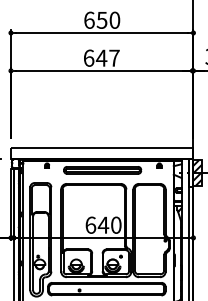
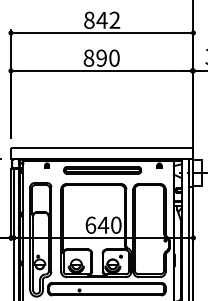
text at (102, 19): 650 -> 842
text at (101, 57): 647 -> 890
hatch at (197, 172): present -> none
